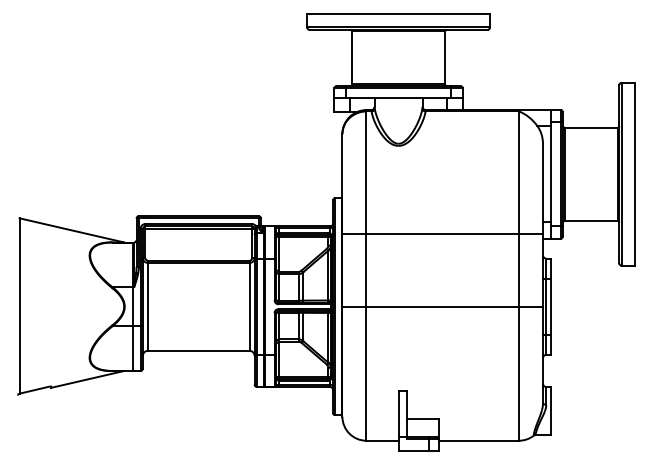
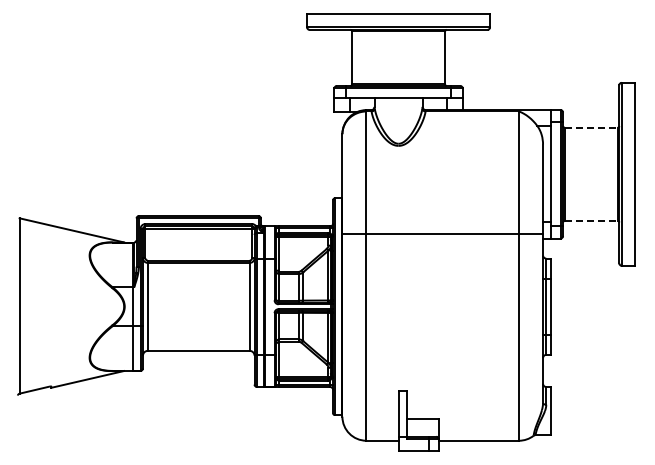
line at (591, 127): solid -> dashed
line at (591, 220): solid -> dashed
line at (442, 306): present -> none
